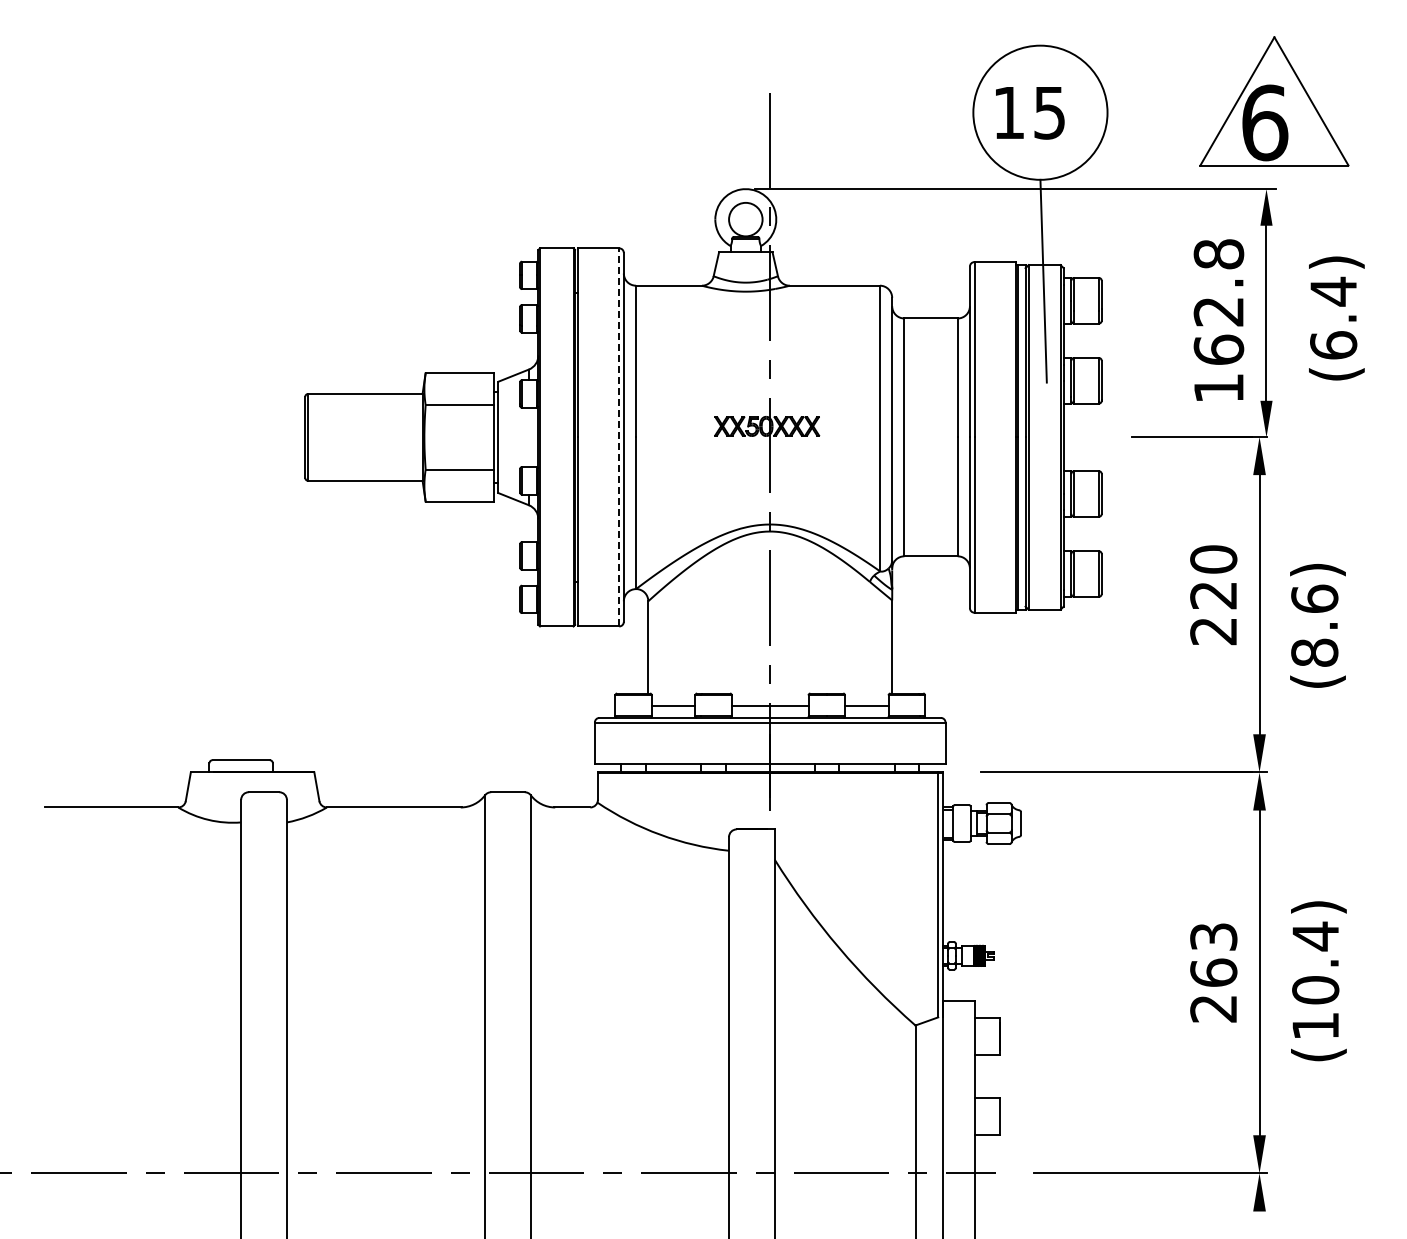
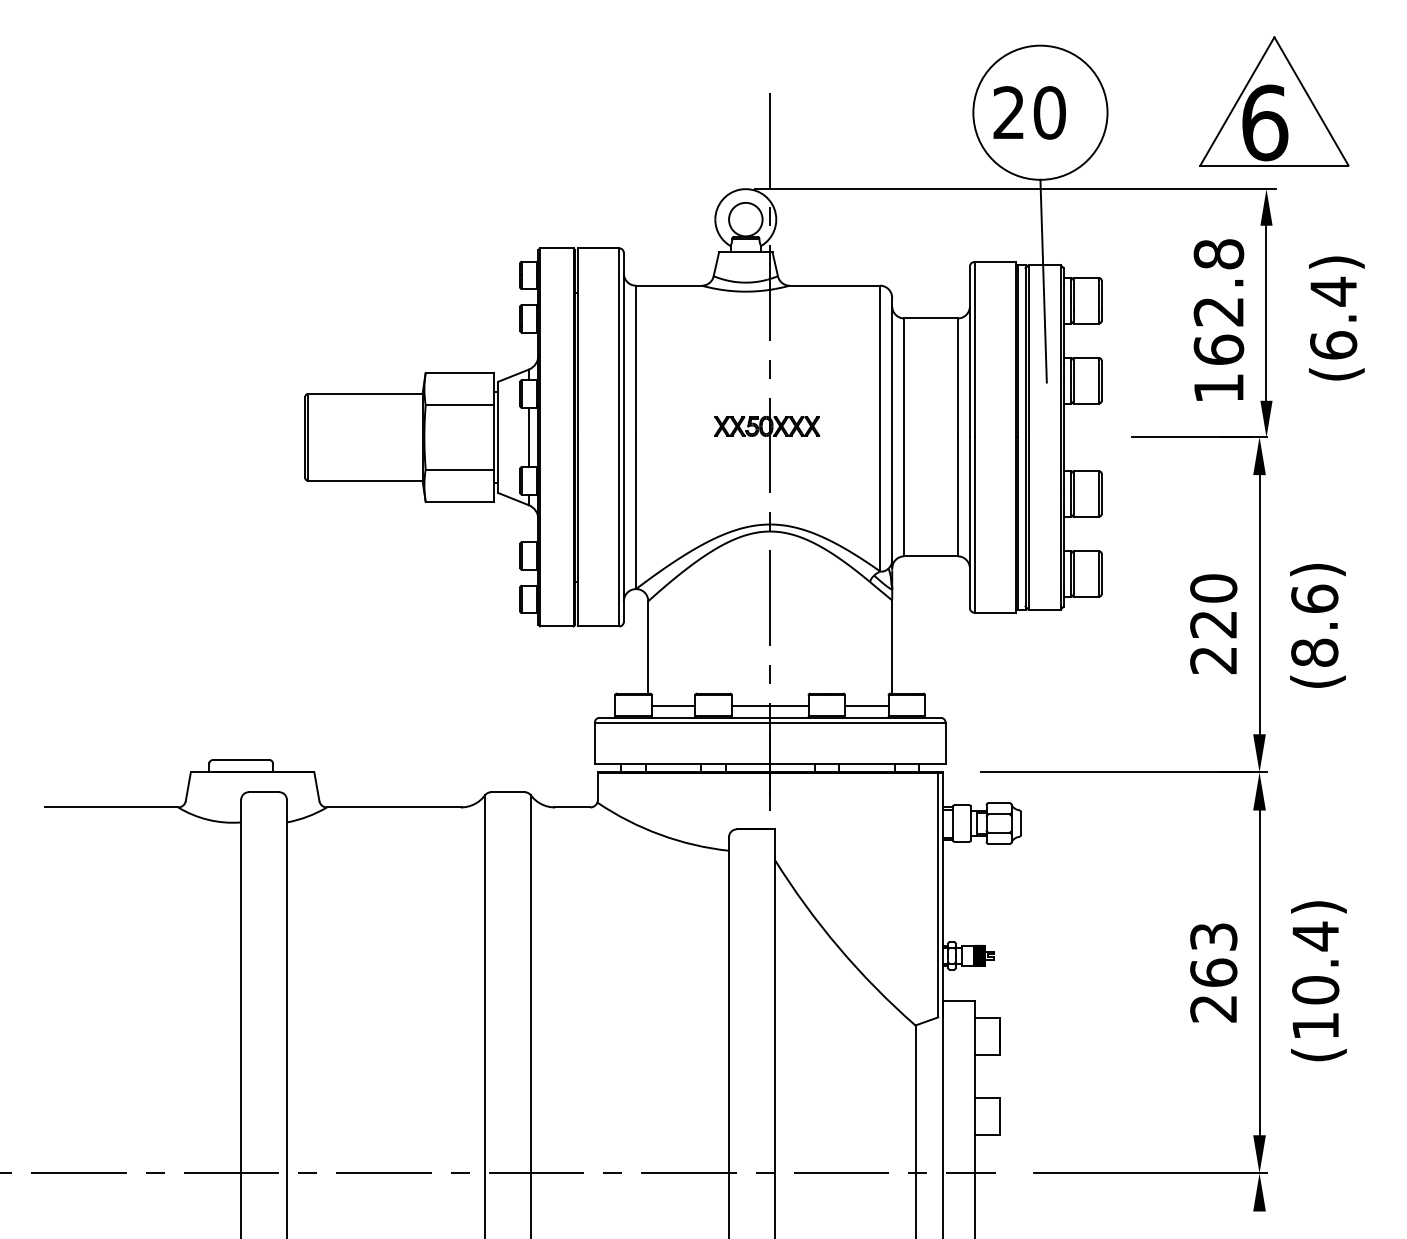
text at (1029, 112): 15 -> 20
line at (619, 436): dashed -> solid
line at (528, 437): none -> present
text at (1213, 595) position: (1213, 595) -> (1213, 624)
